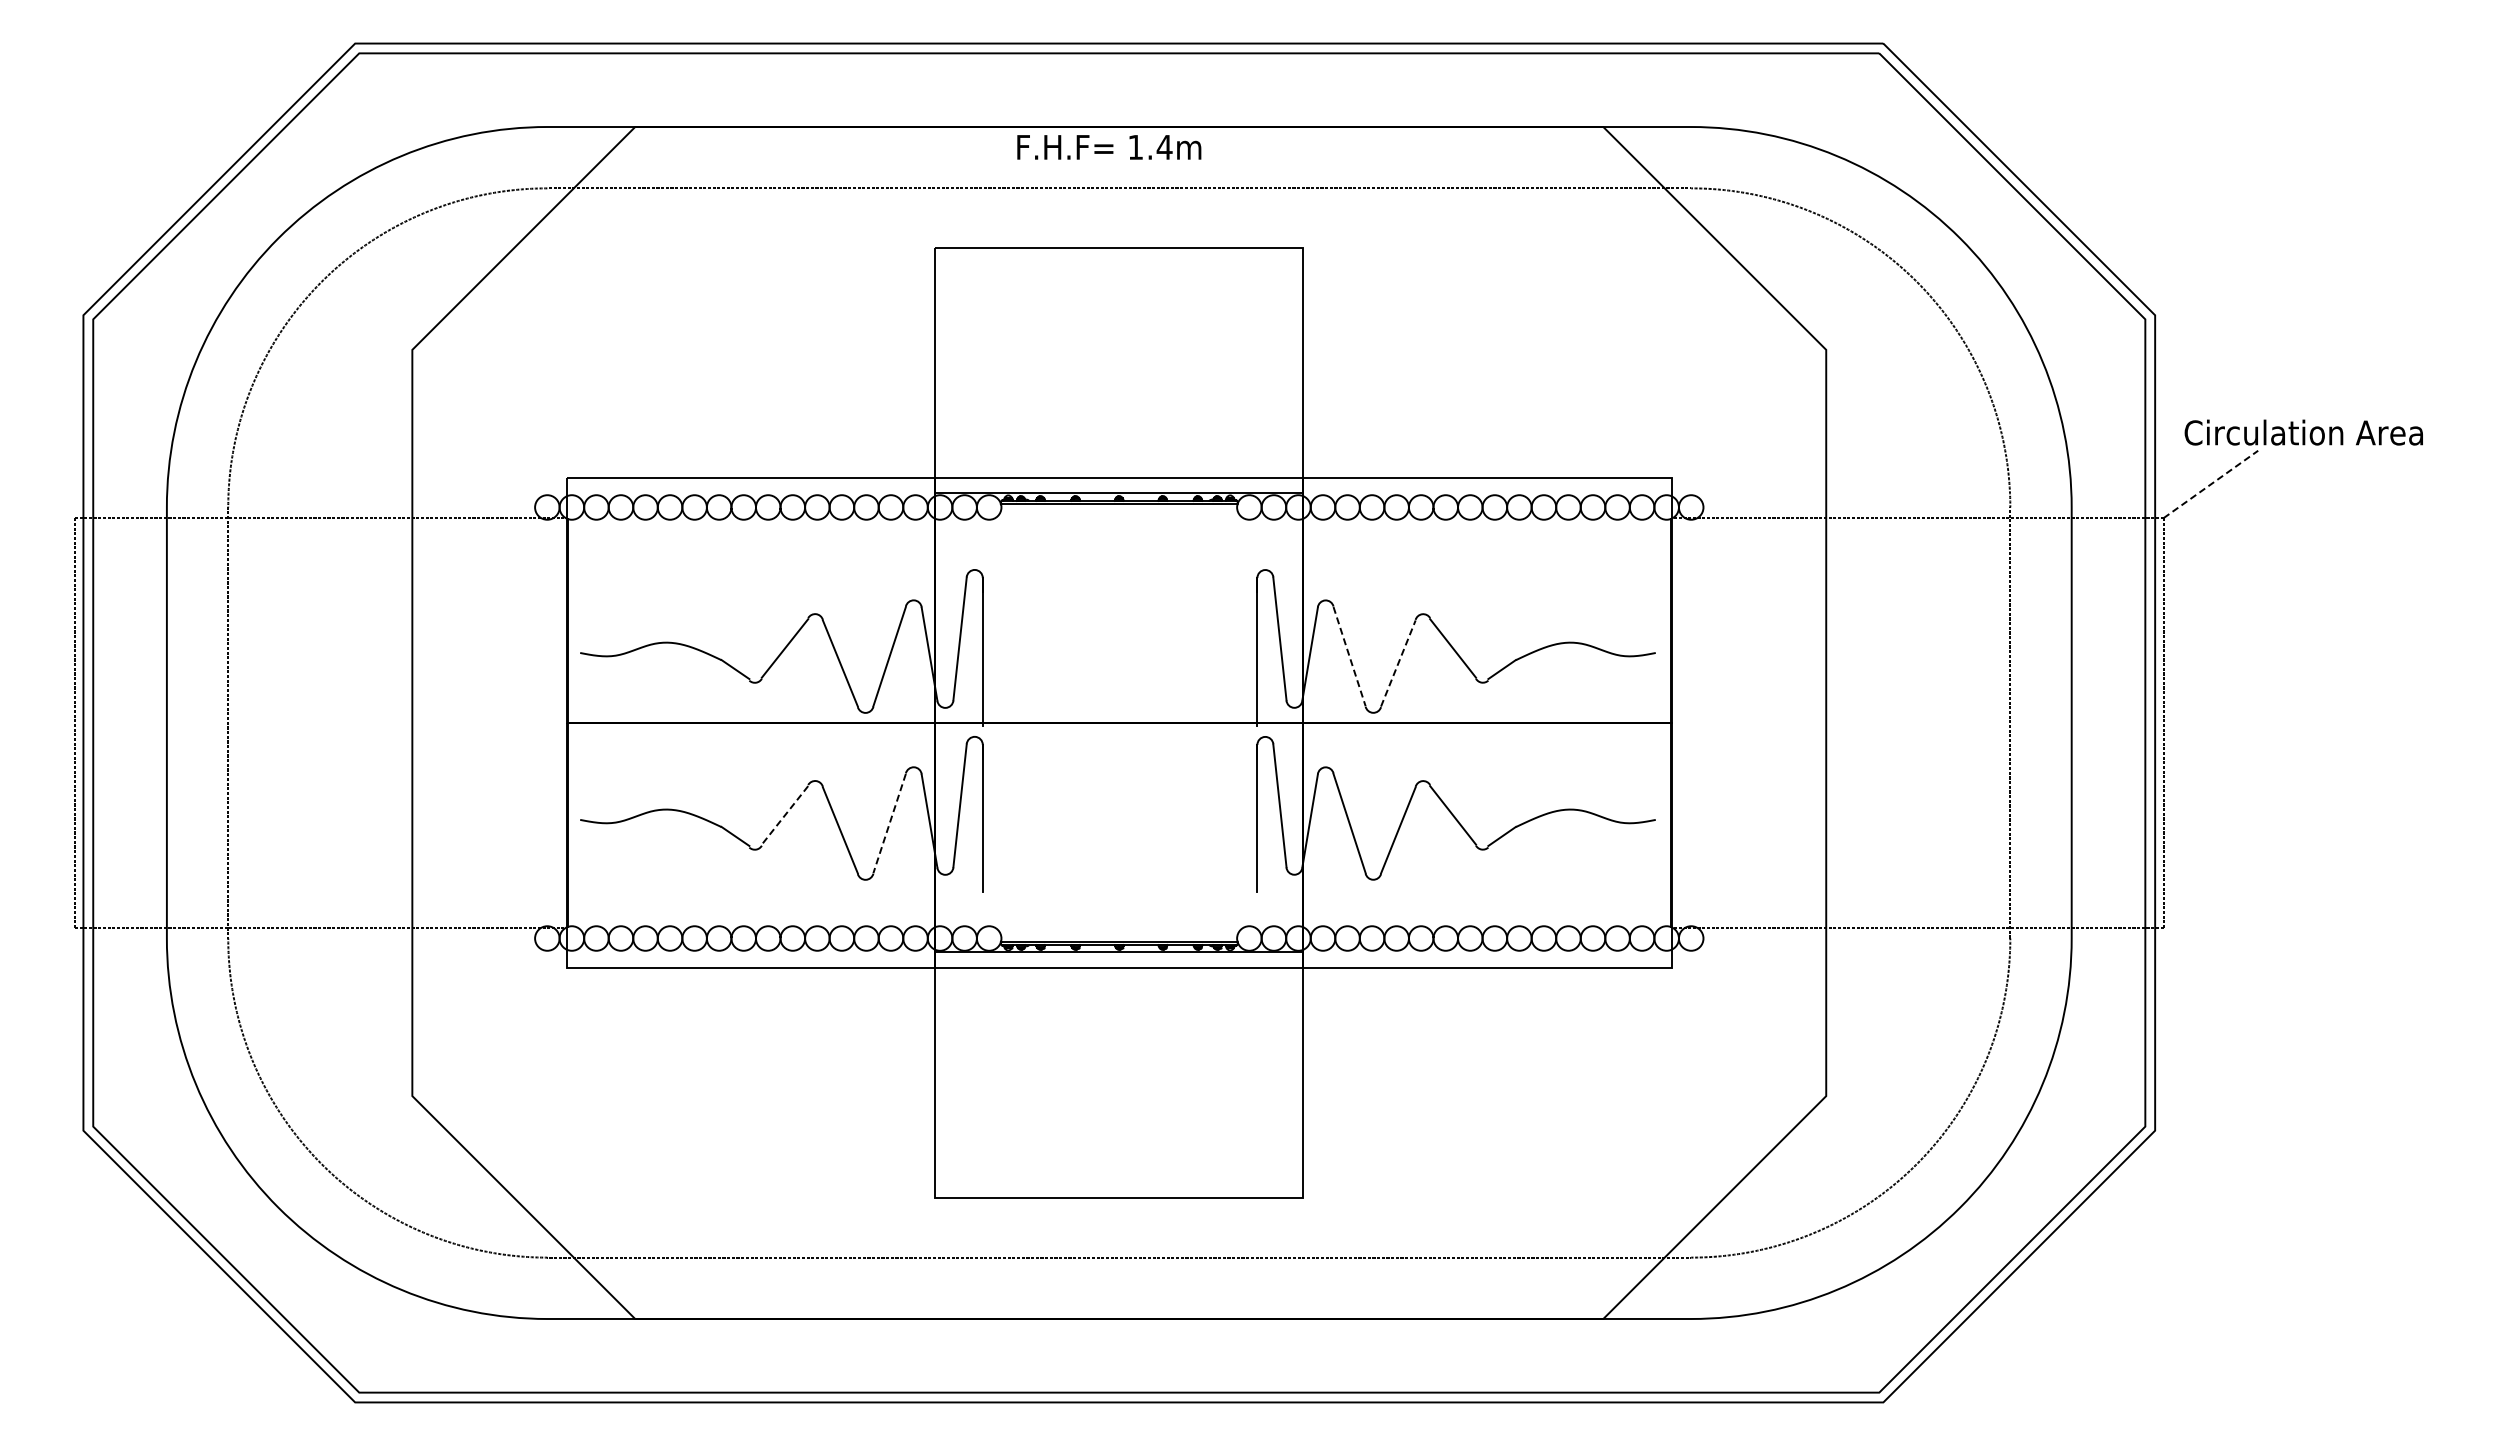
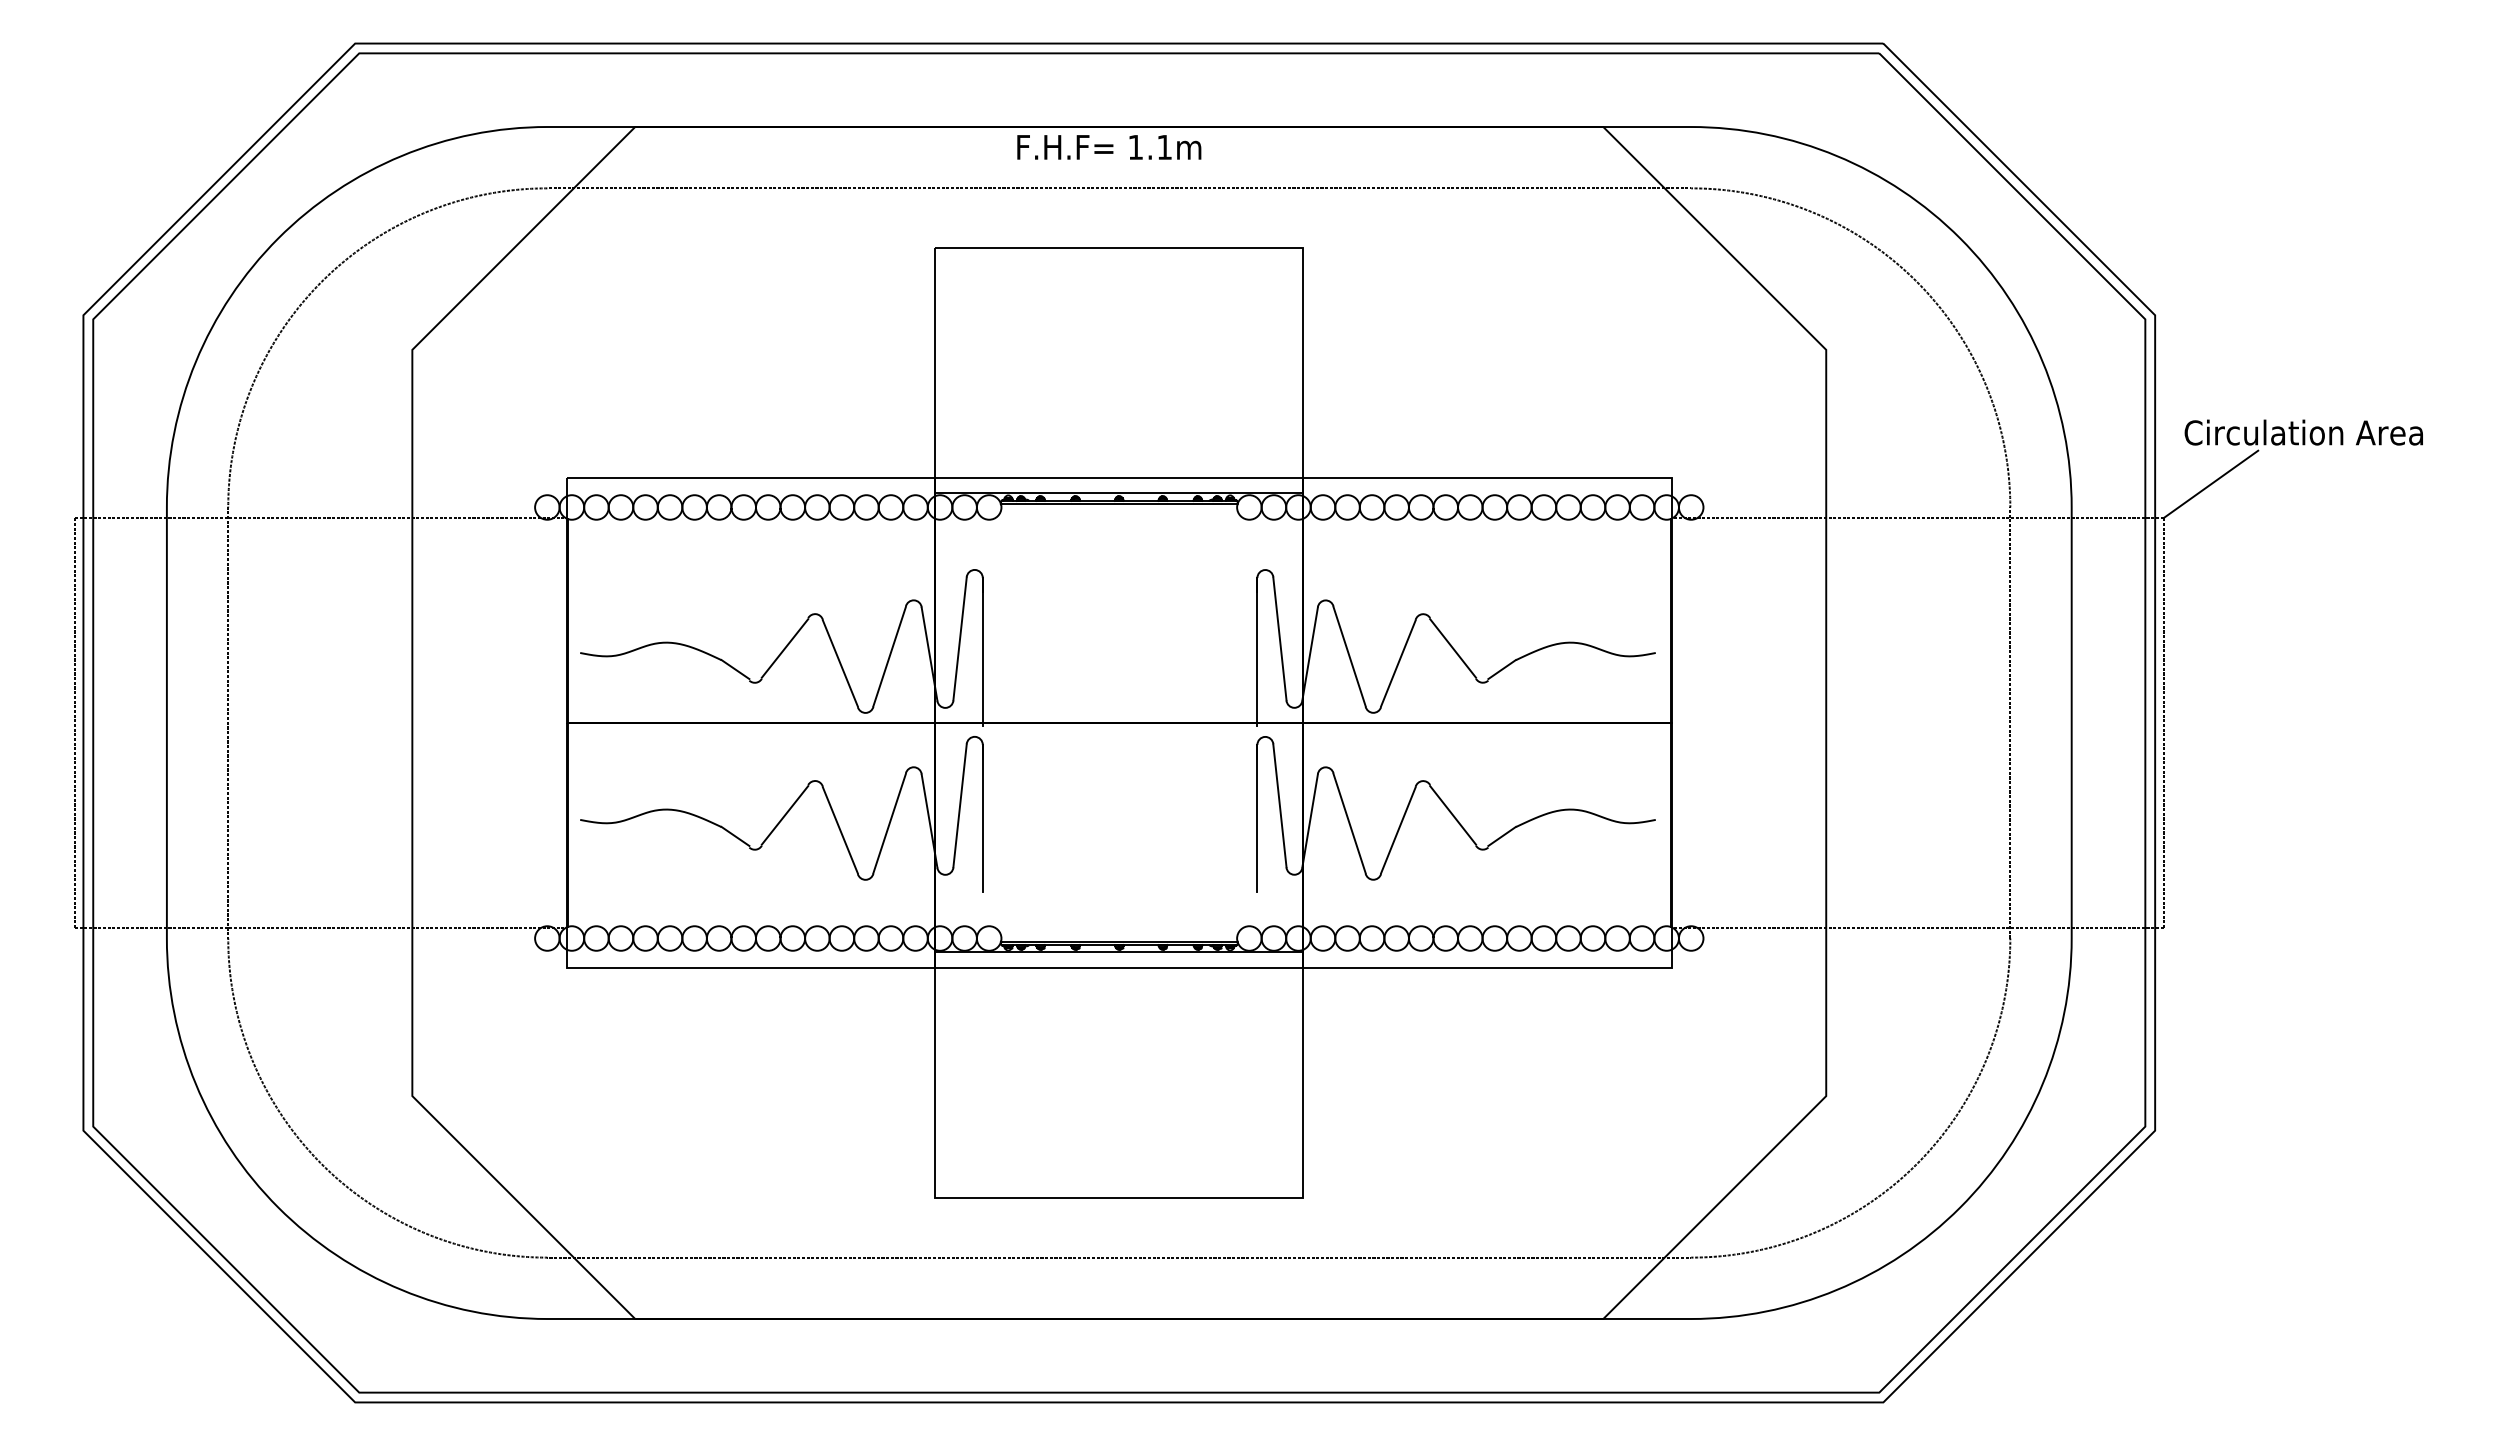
text at (1164, 147): 1.4m -> 1.1m
line at (2211, 484): dashed -> solid
line at (1349, 657): dashed -> solid
line at (1398, 663): dashed -> solid
line at (784, 815): dashed -> solid
line at (889, 824): dashed -> solid
